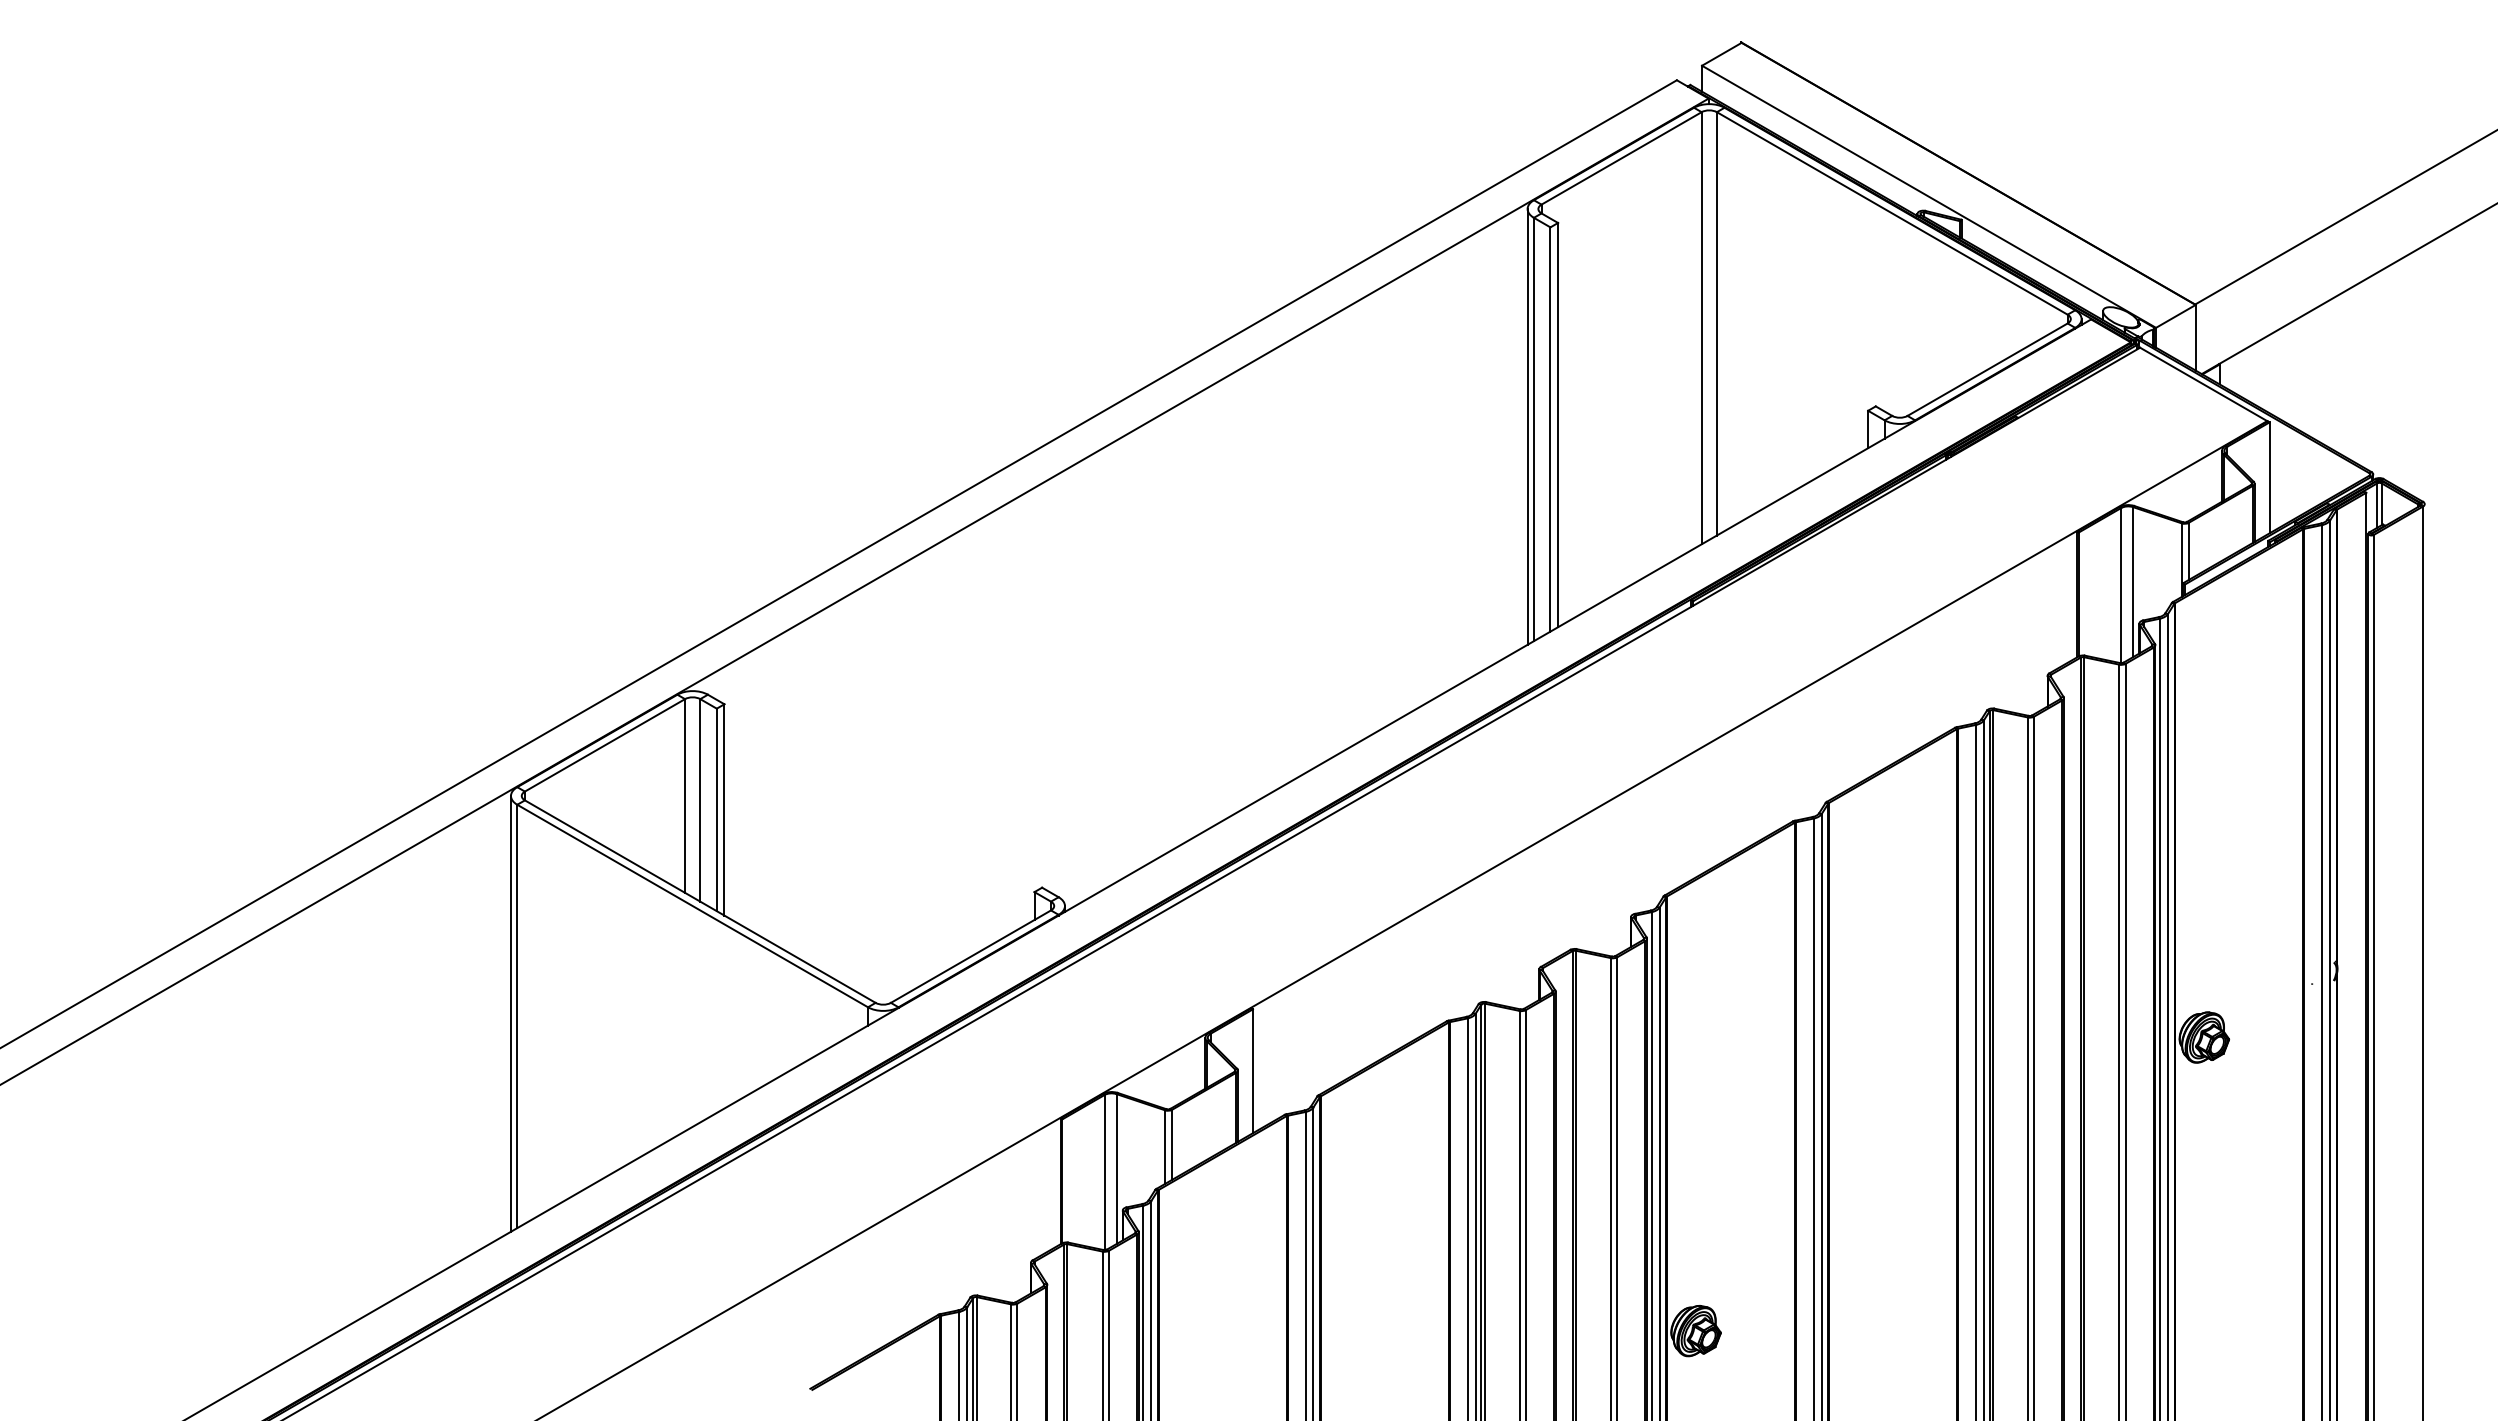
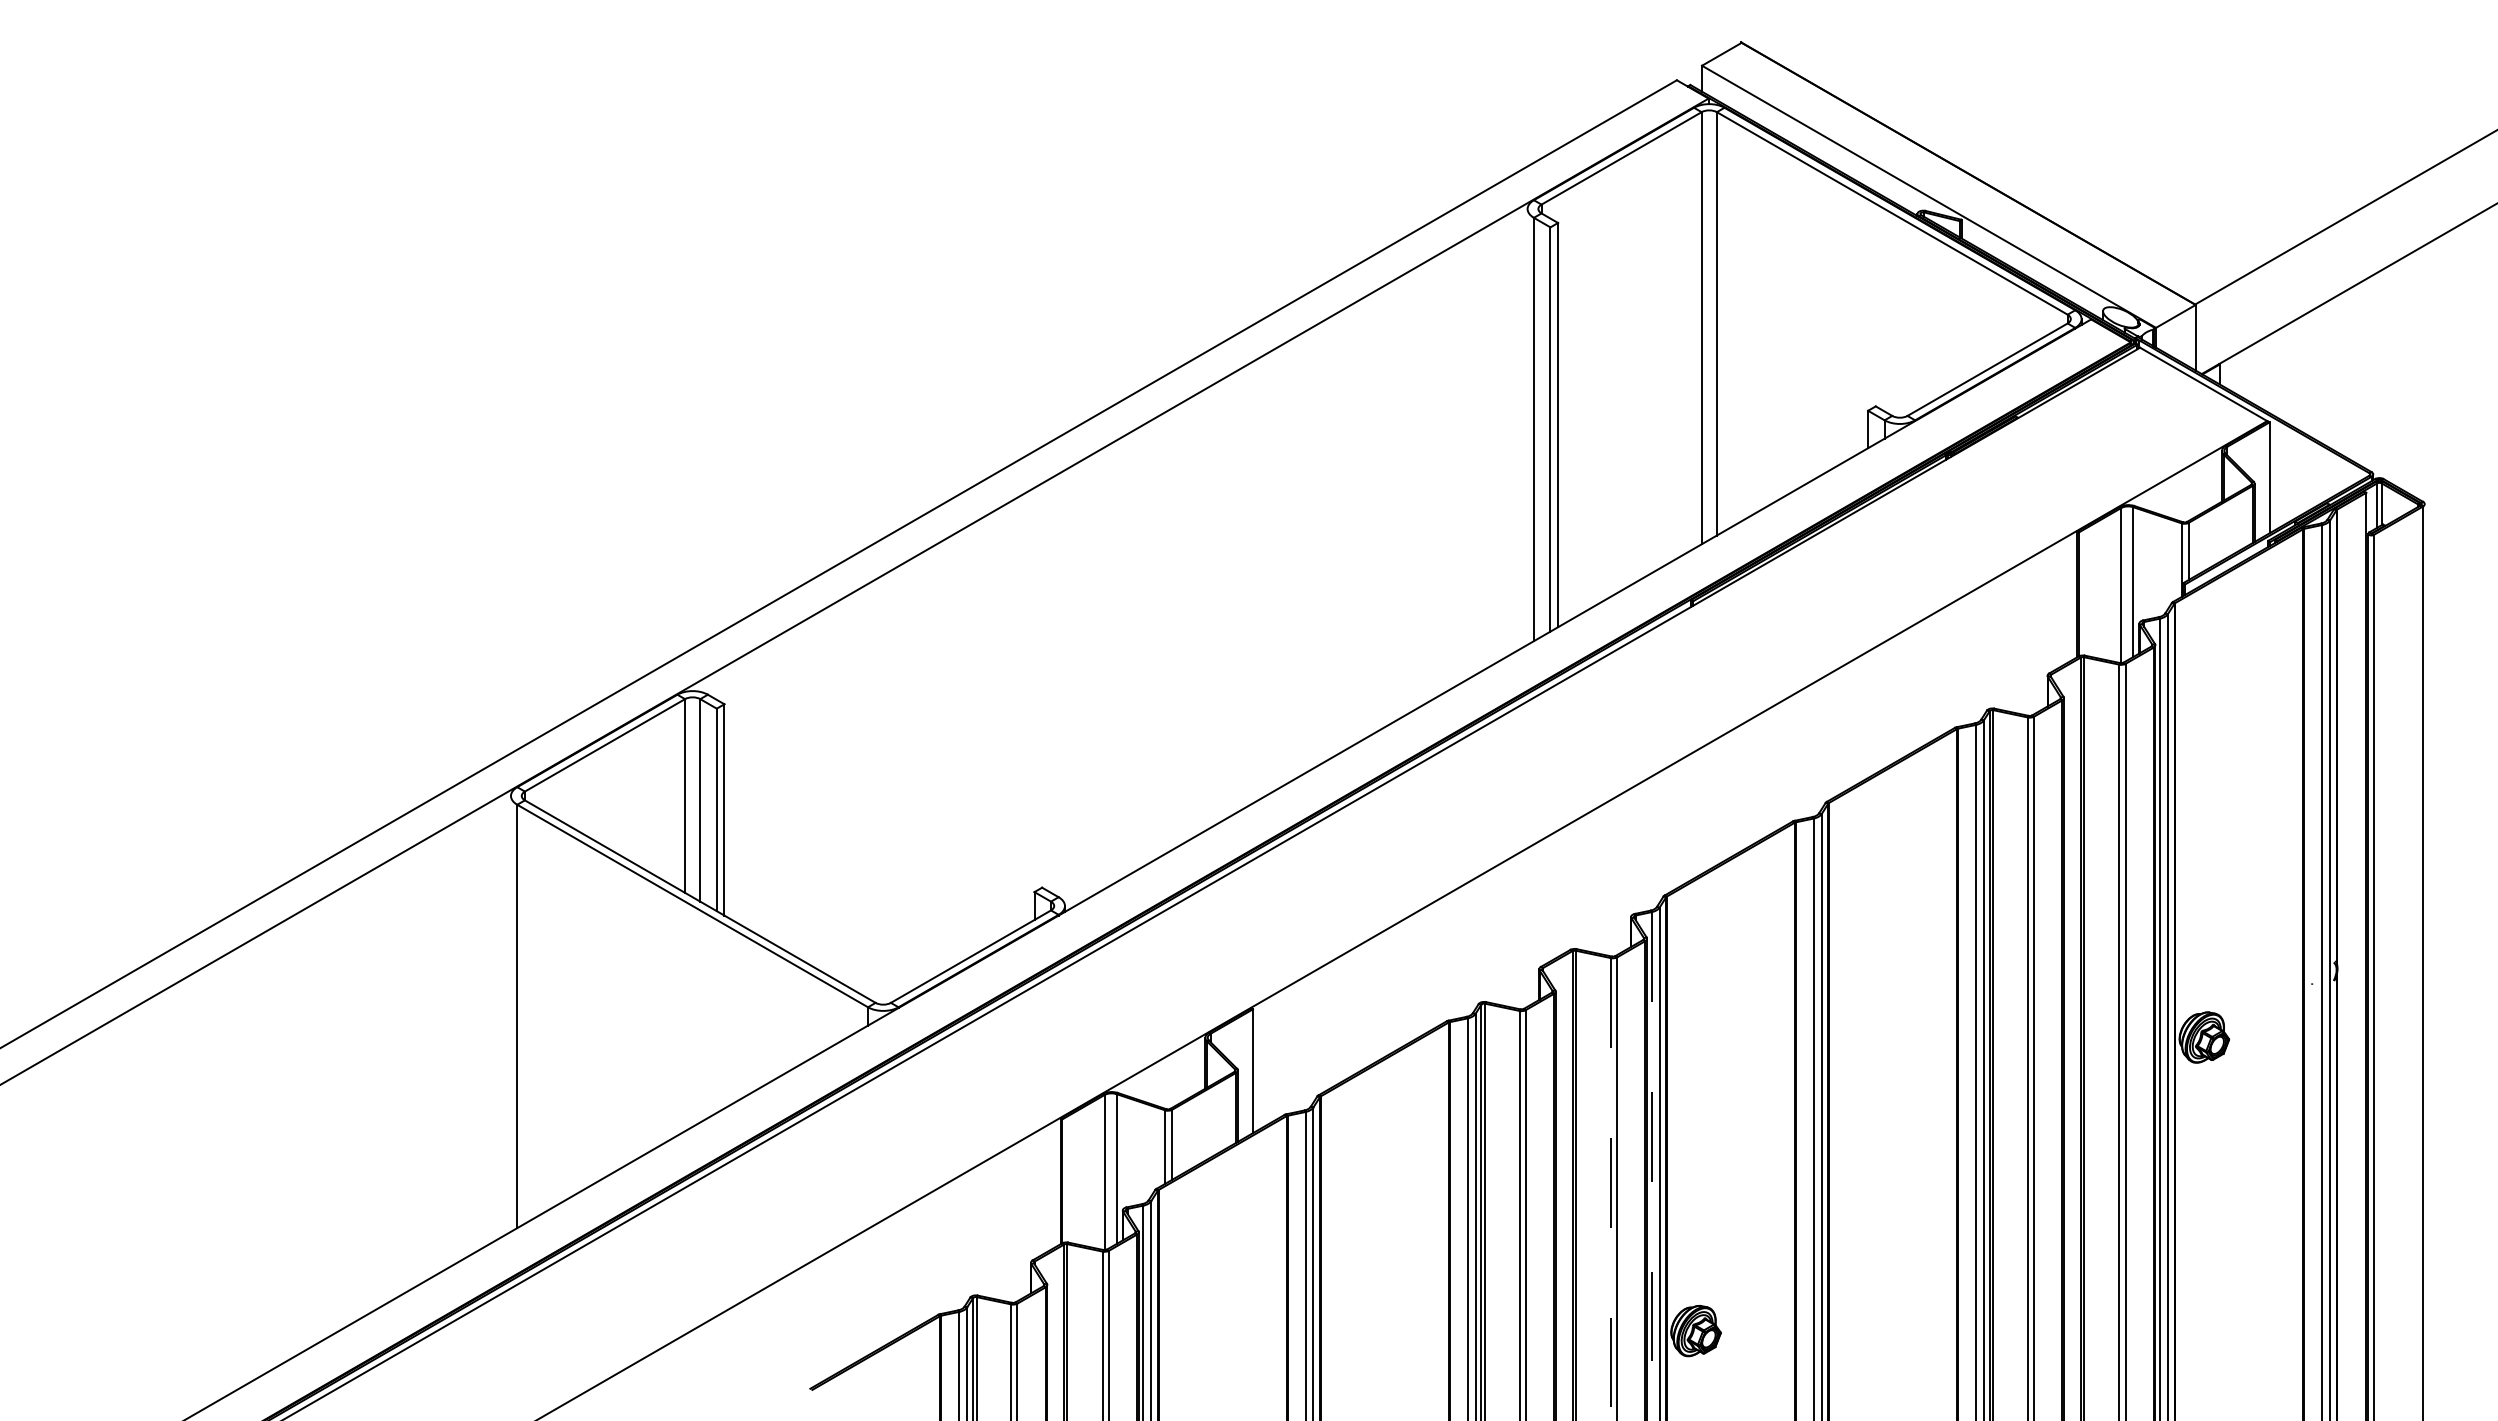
line at (1527, 426): present -> none
line at (510, 1013): present -> none
line at (1651, 1166): solid -> dashed
line at (1611, 1189): solid -> dashed
